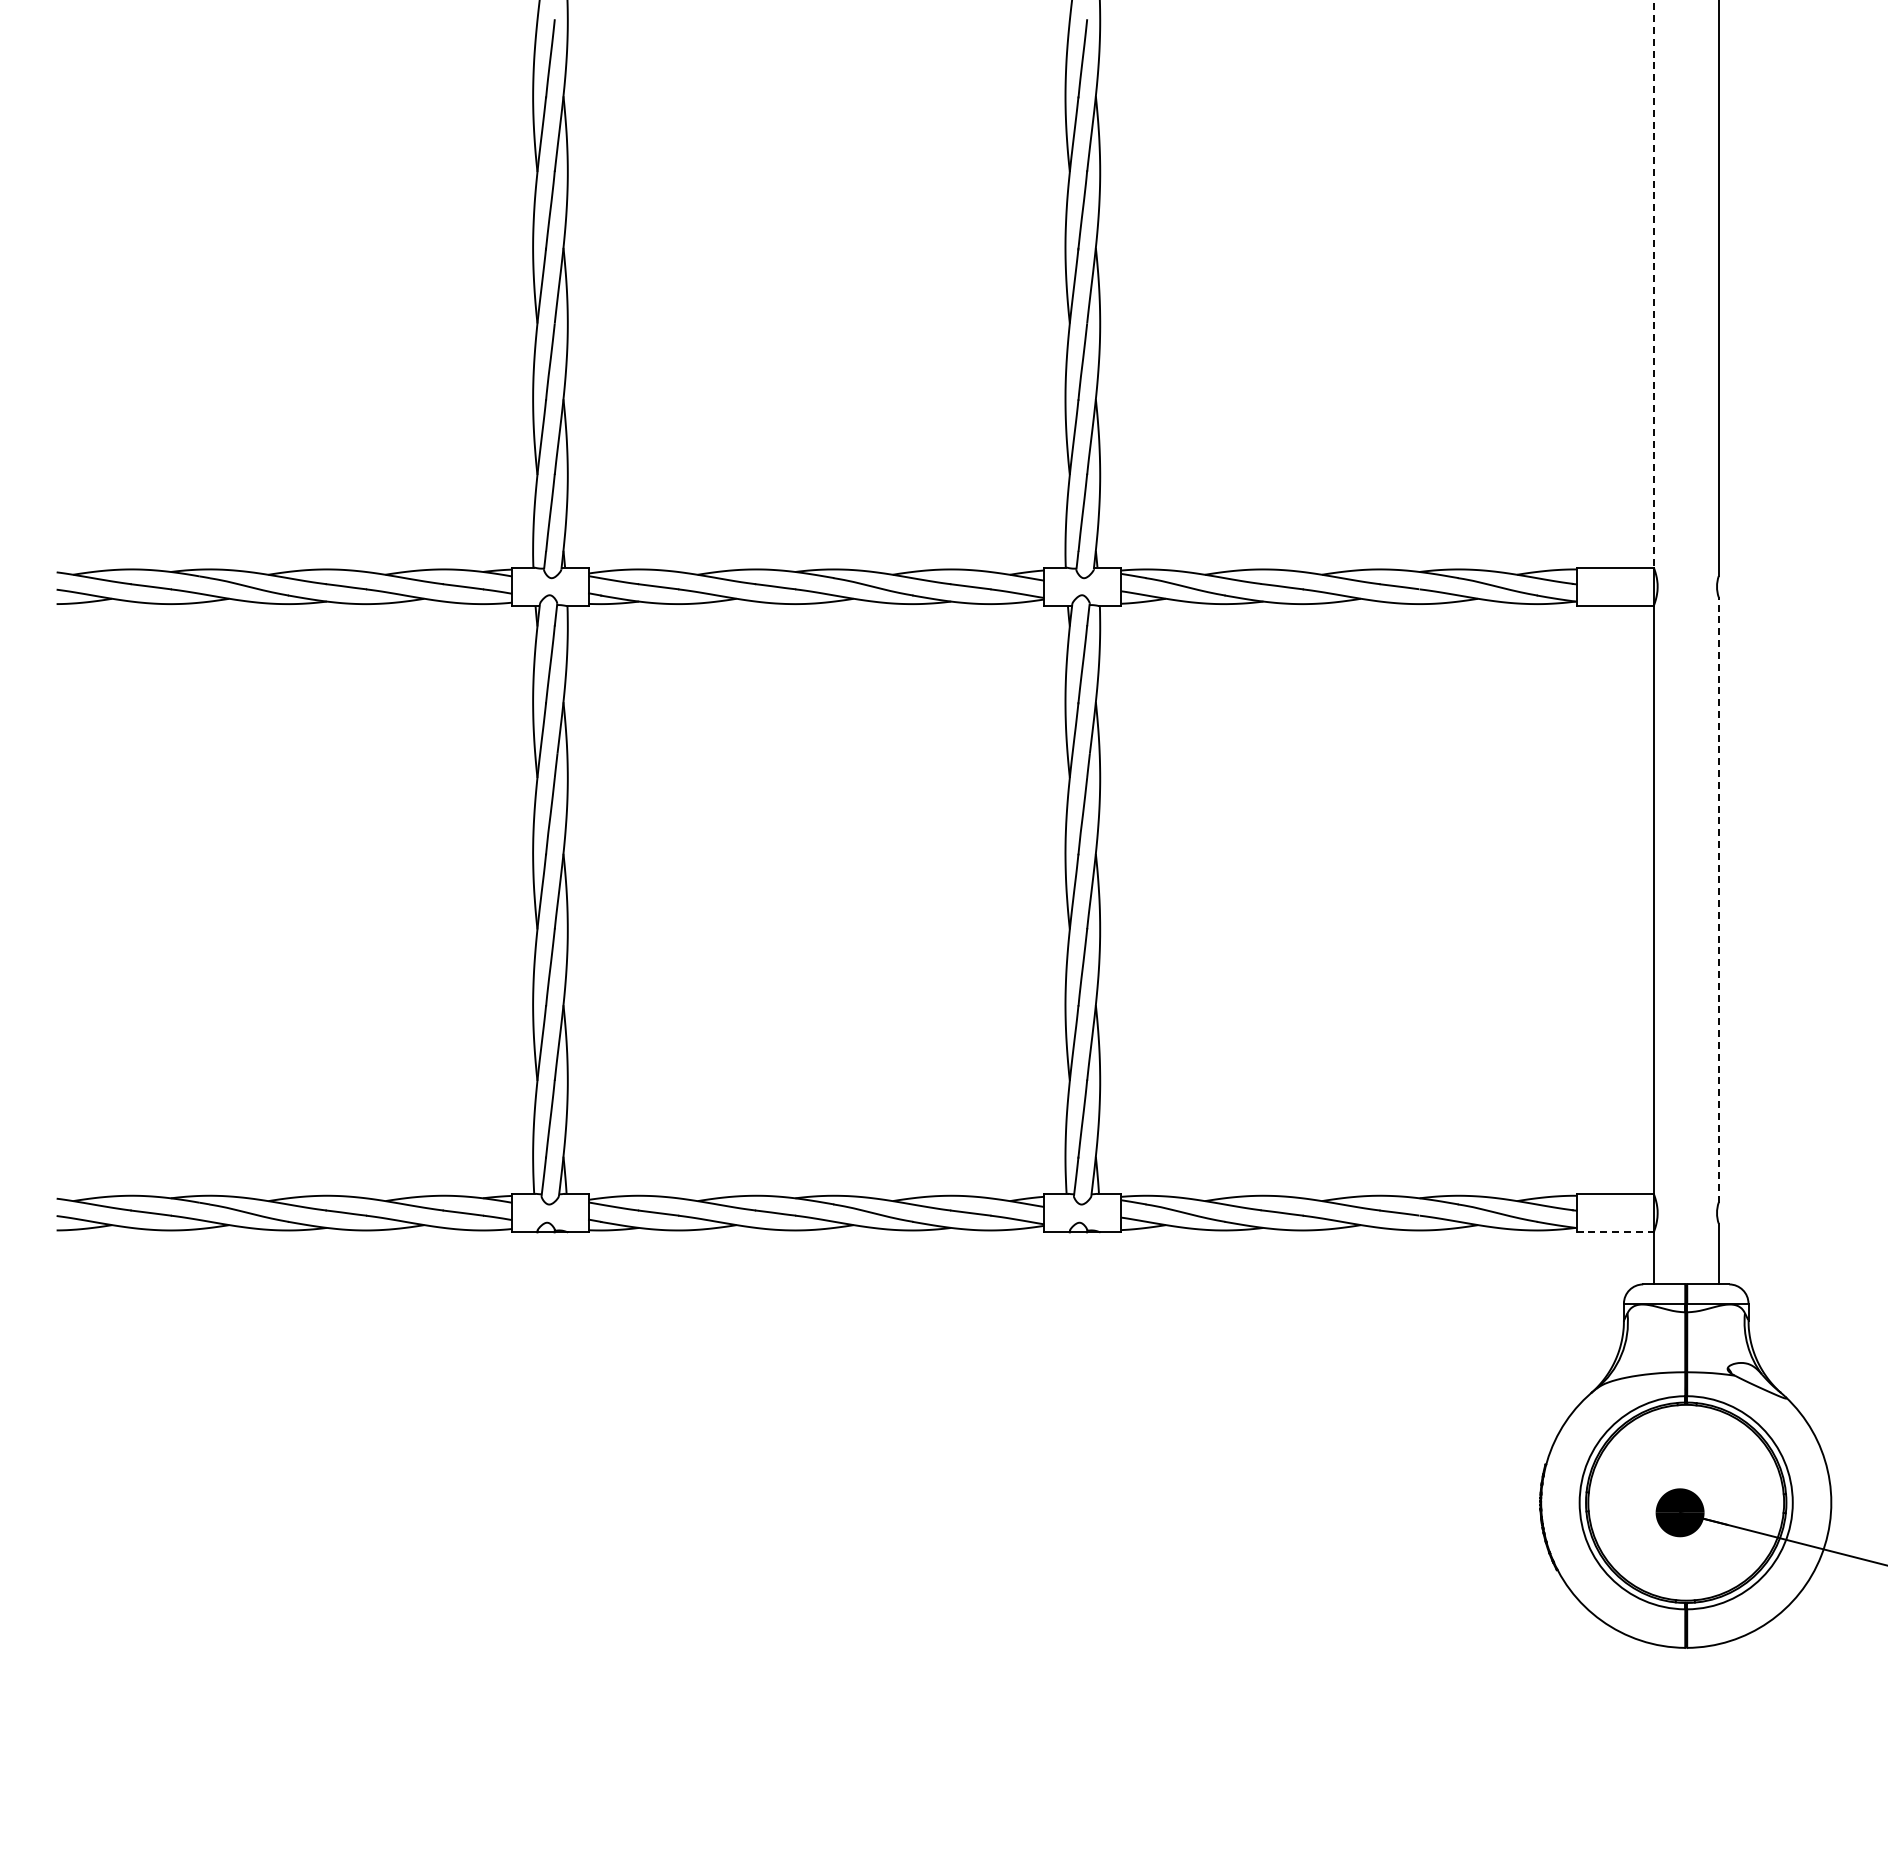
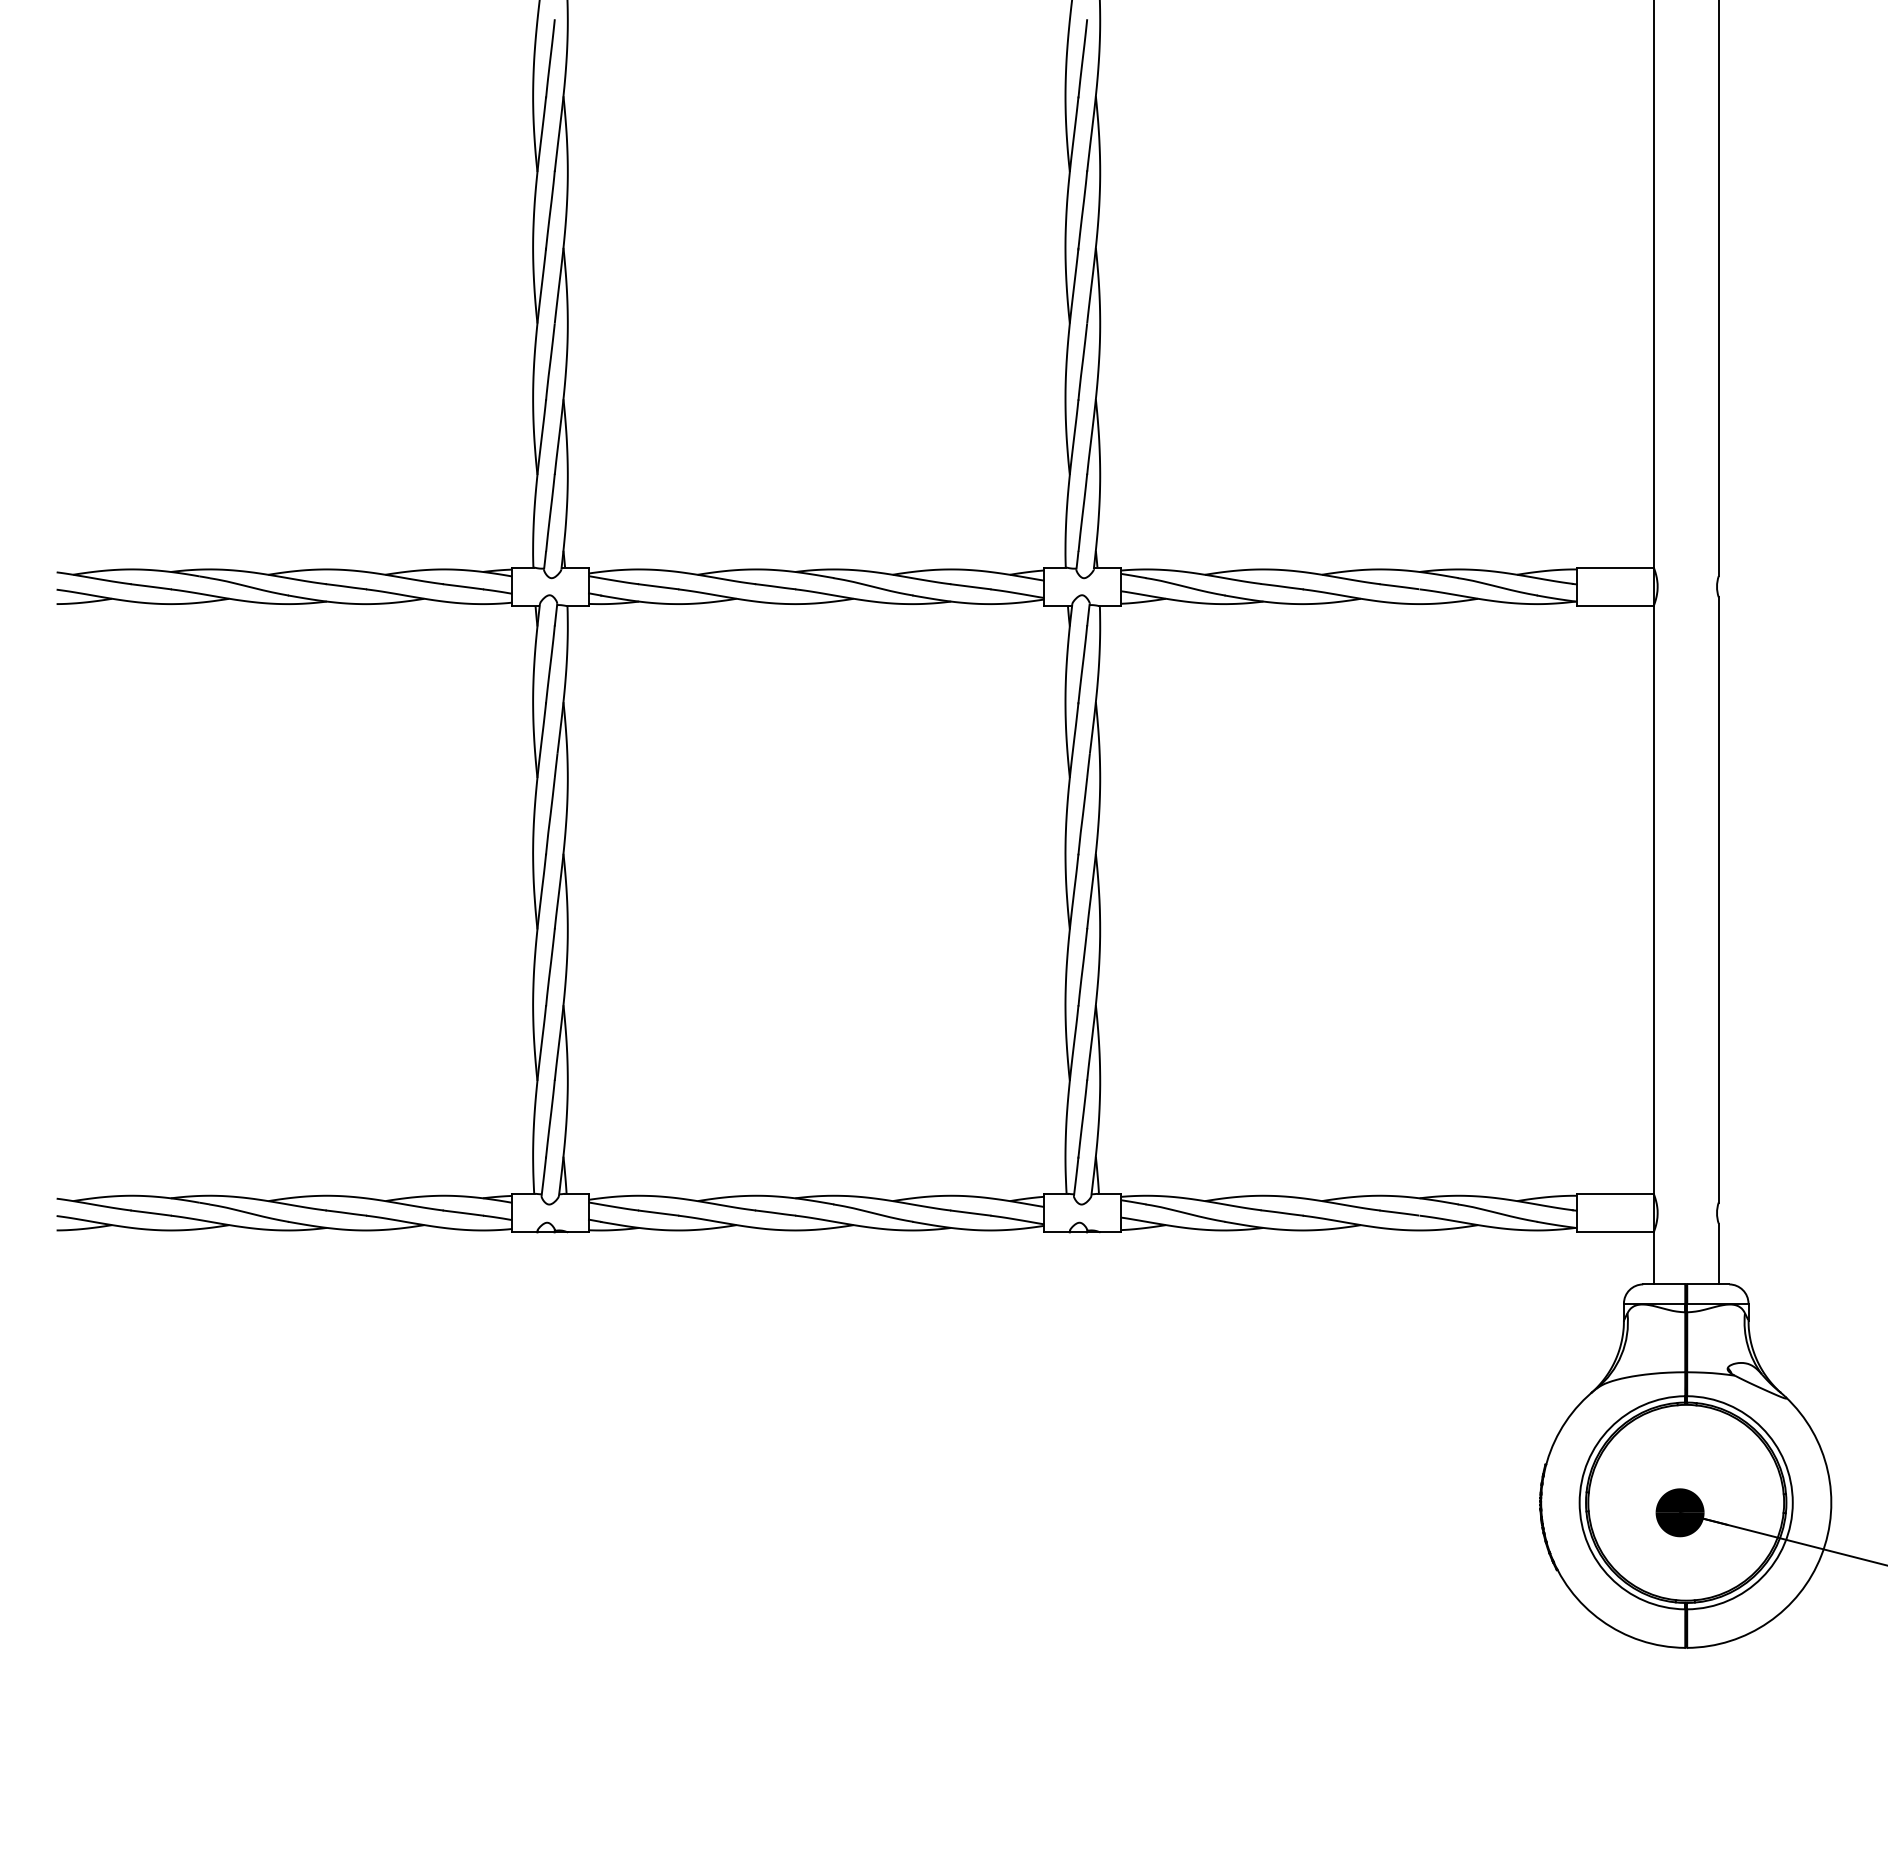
line at (1653, 284): dashed -> solid
line at (1718, 899): dashed -> solid
line at (1615, 1232): dashed -> solid
